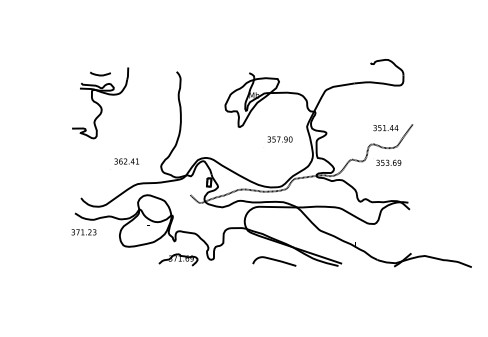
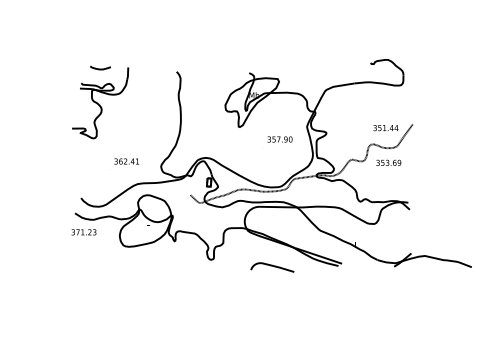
curve at (100, 74) position: (100, 74) -> (100, 68)
part at (178, 259): present -> none
curve at (274, 260) position: (274, 260) -> (272, 266)
